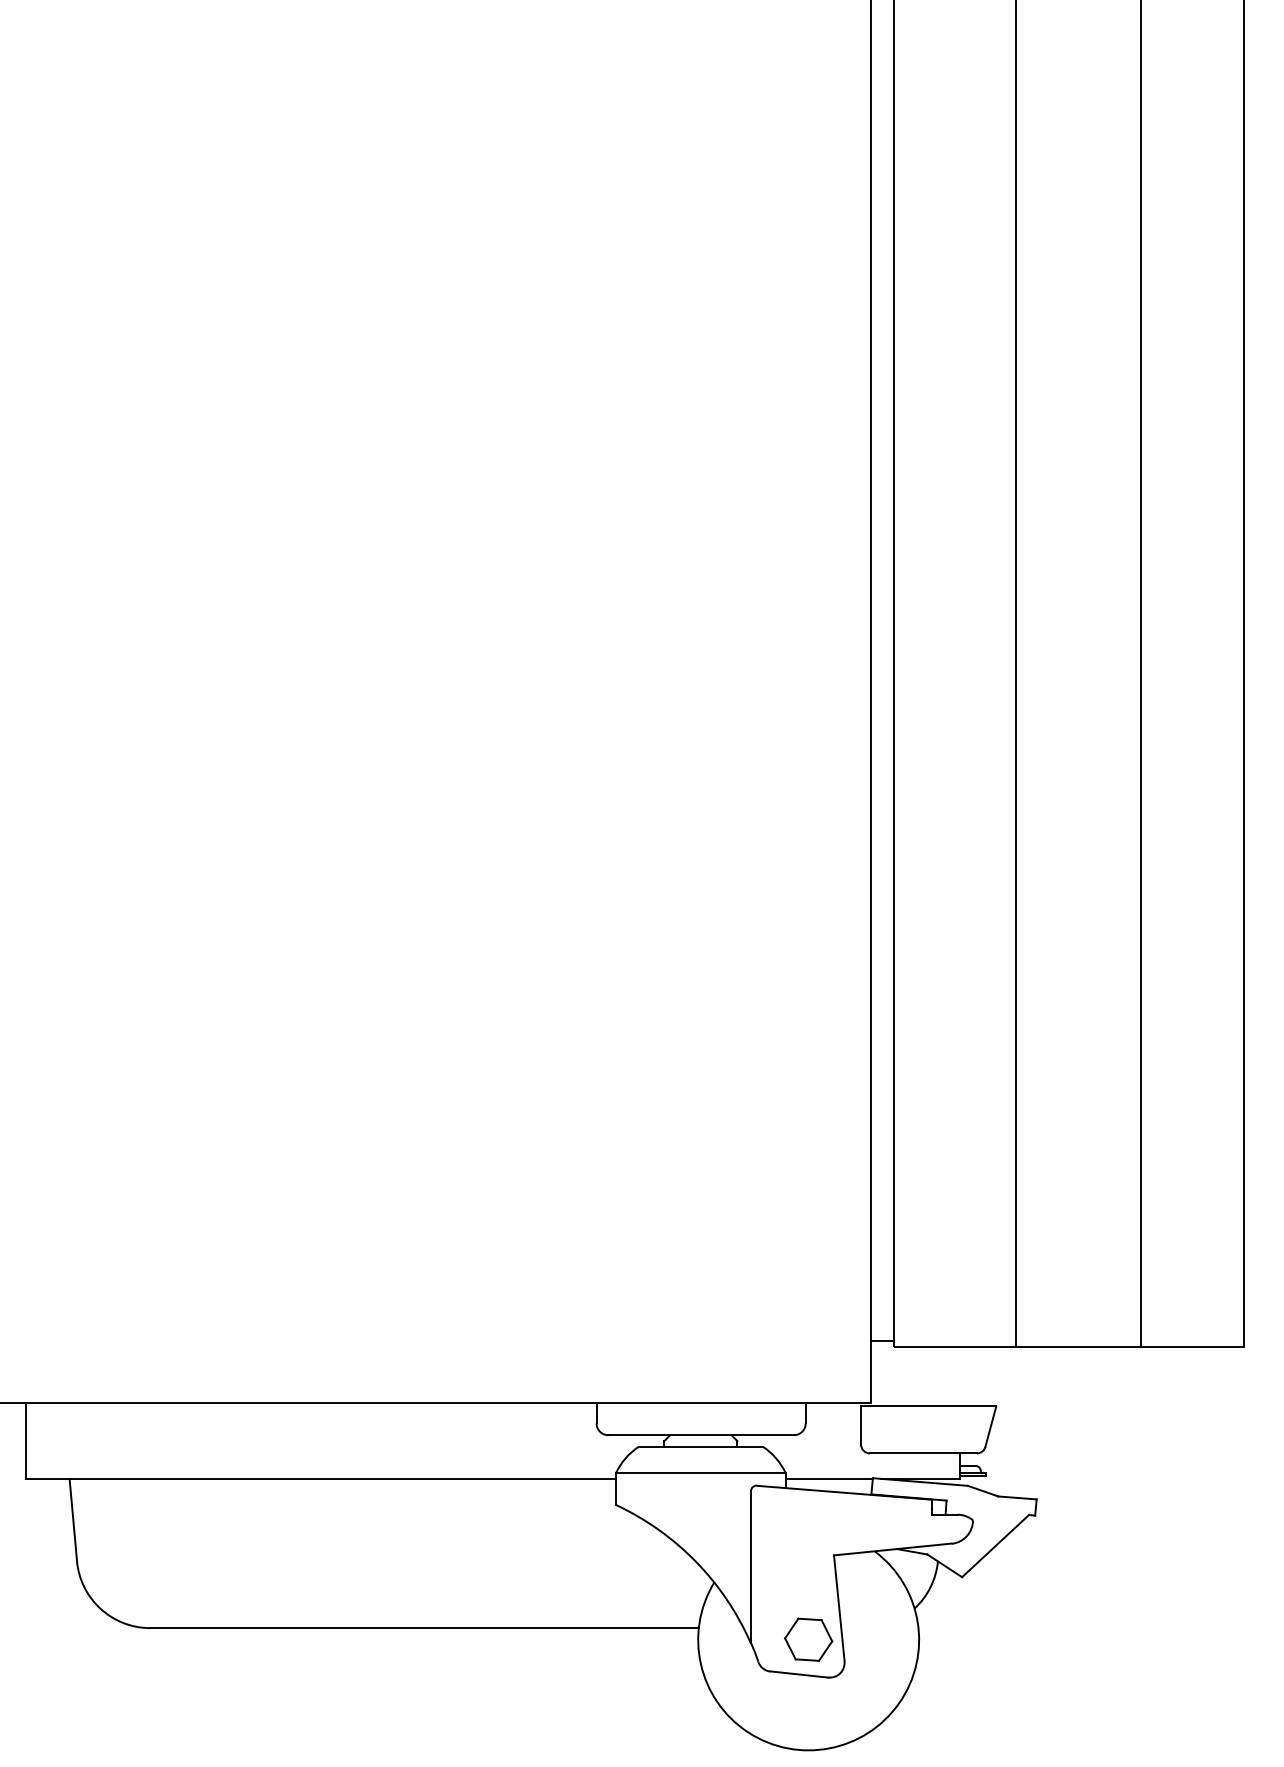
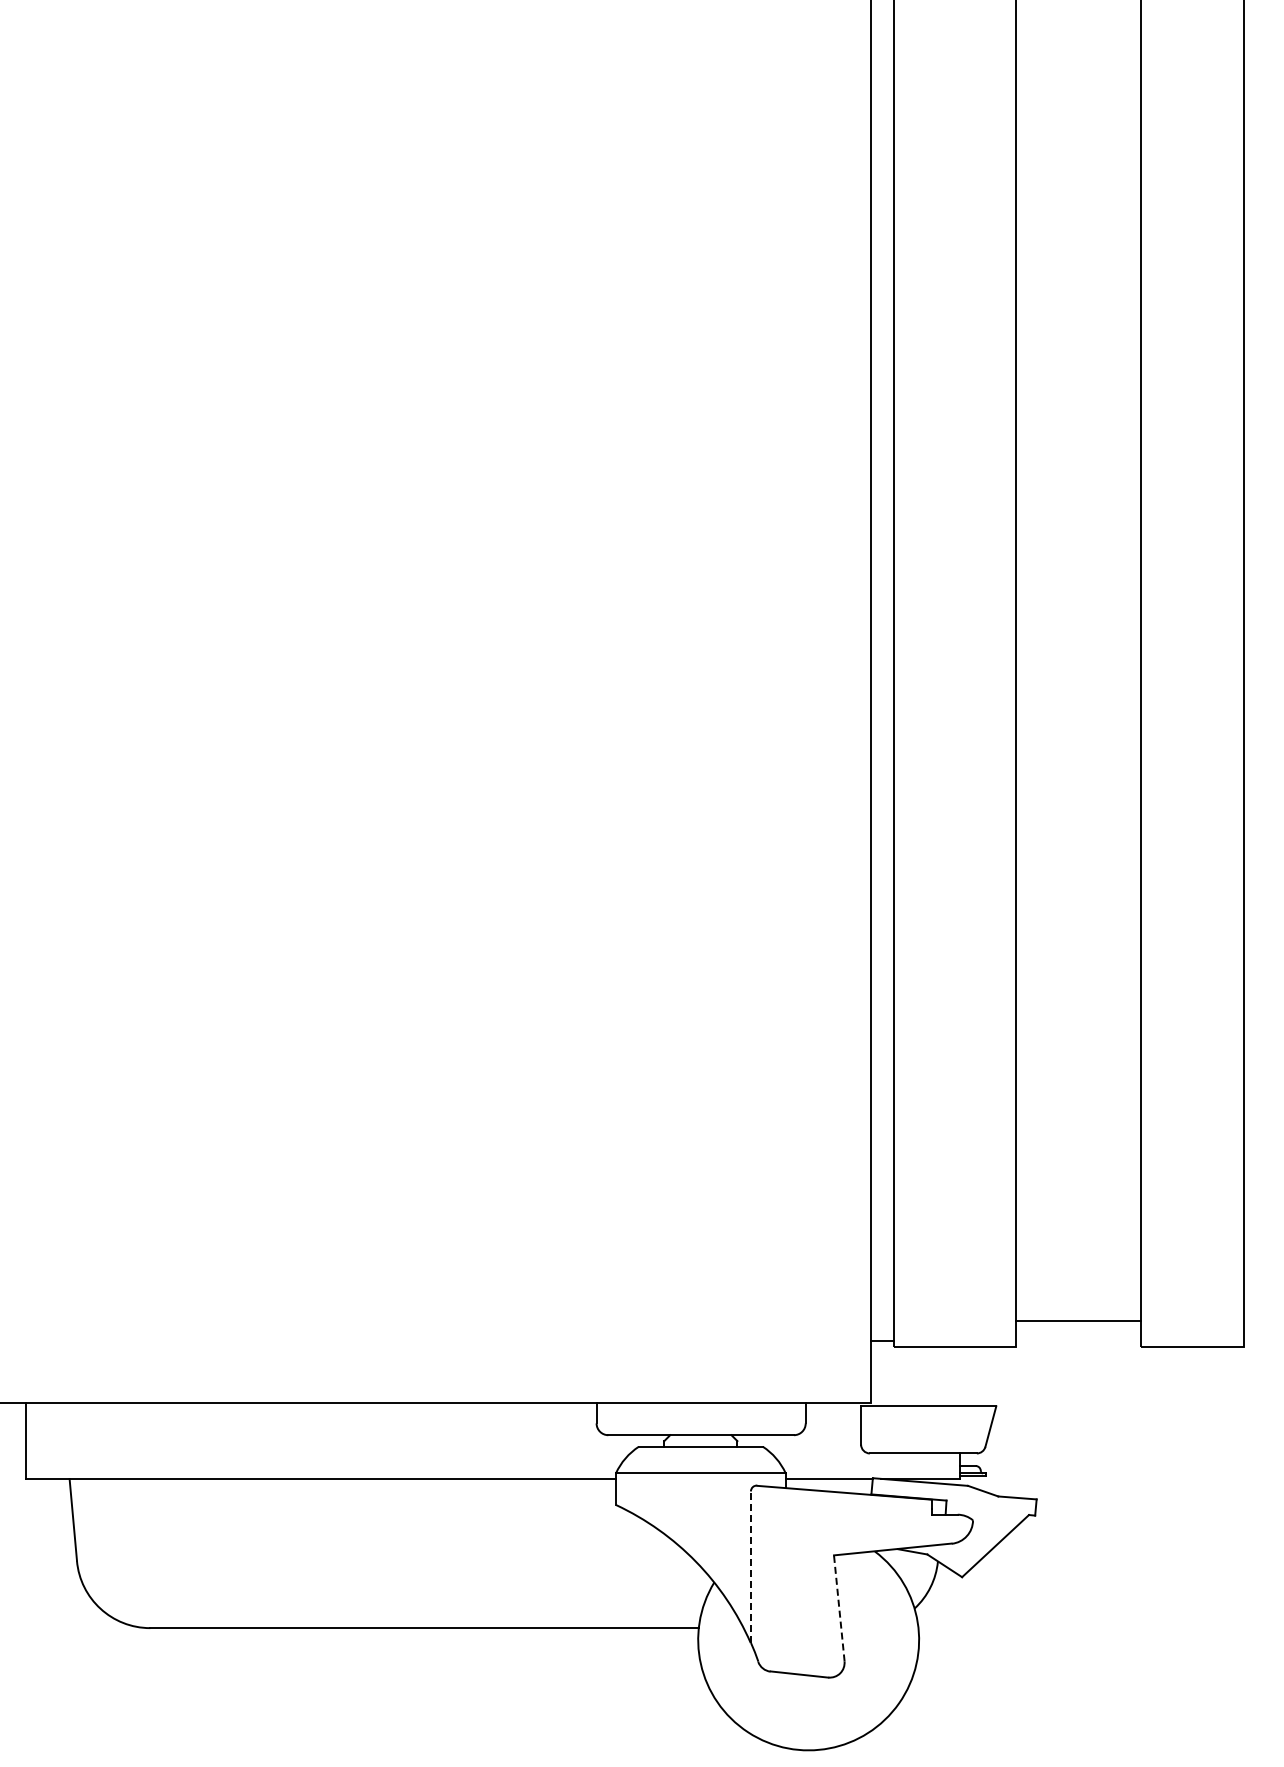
line at (1078, 1346) position: (1078, 1346) -> (1078, 1320)
line at (750, 1567): solid -> dashed
line at (839, 1607): solid -> dashed
part at (808, 1639): present -> none
